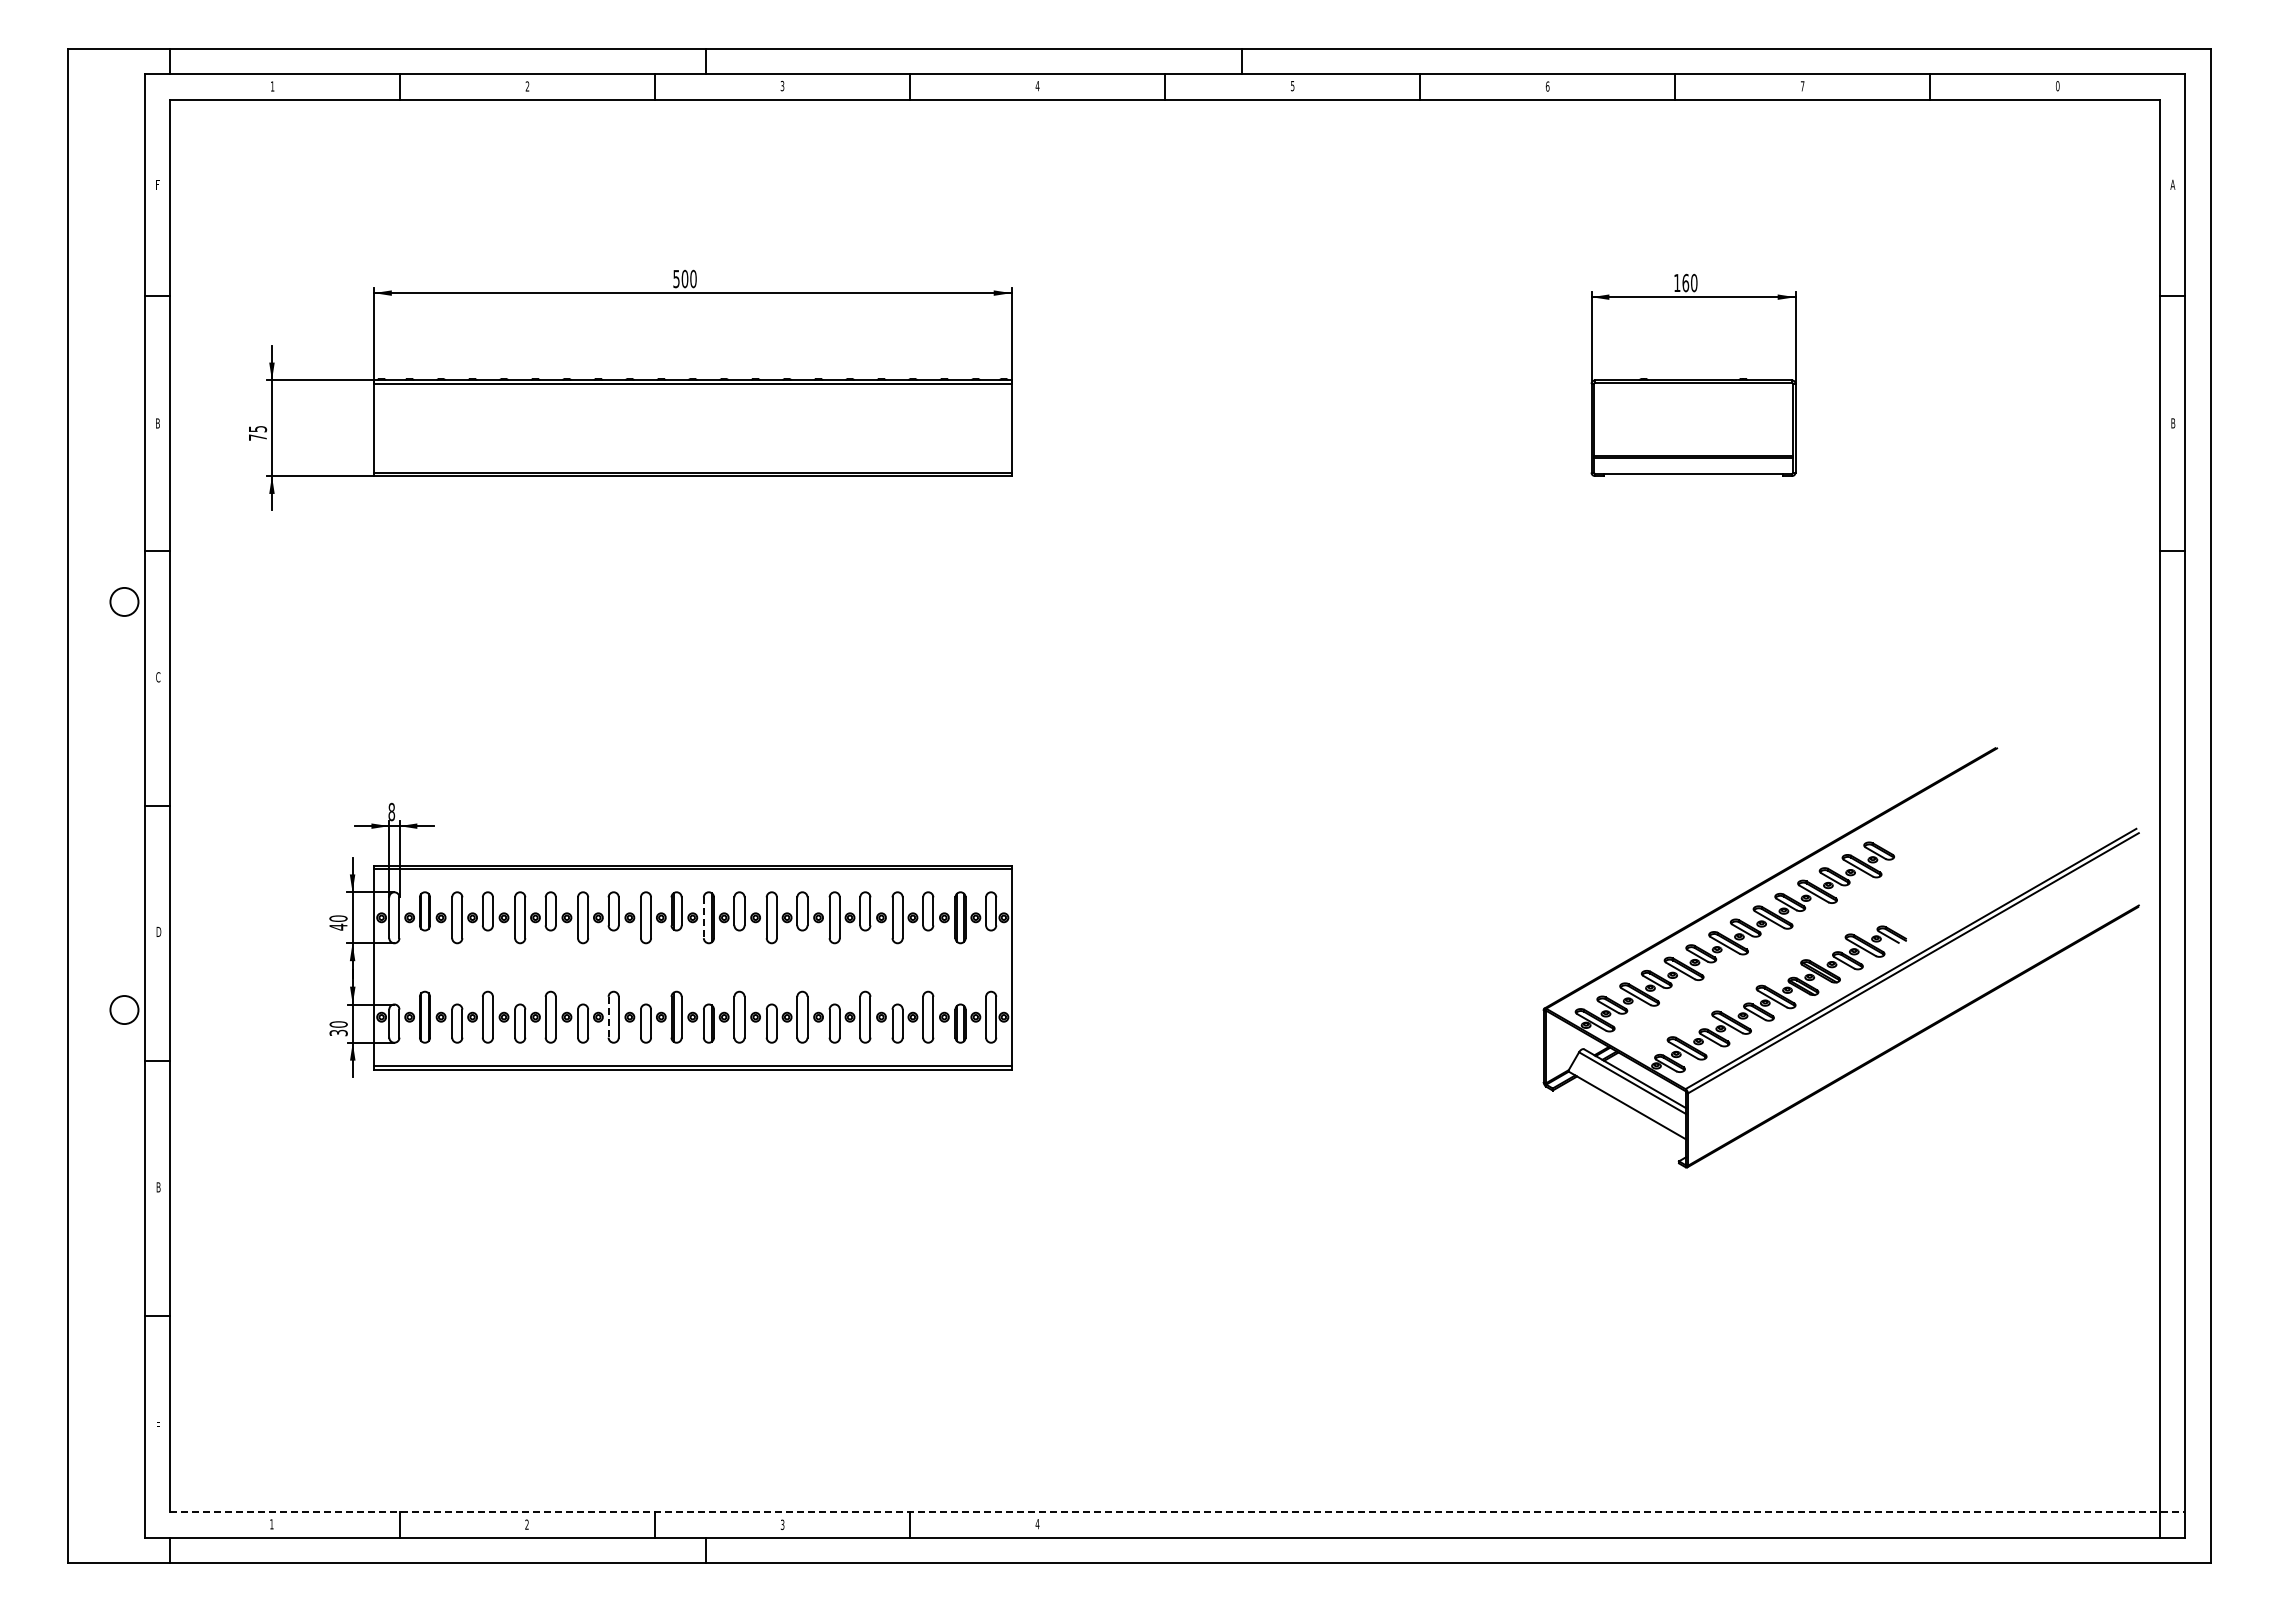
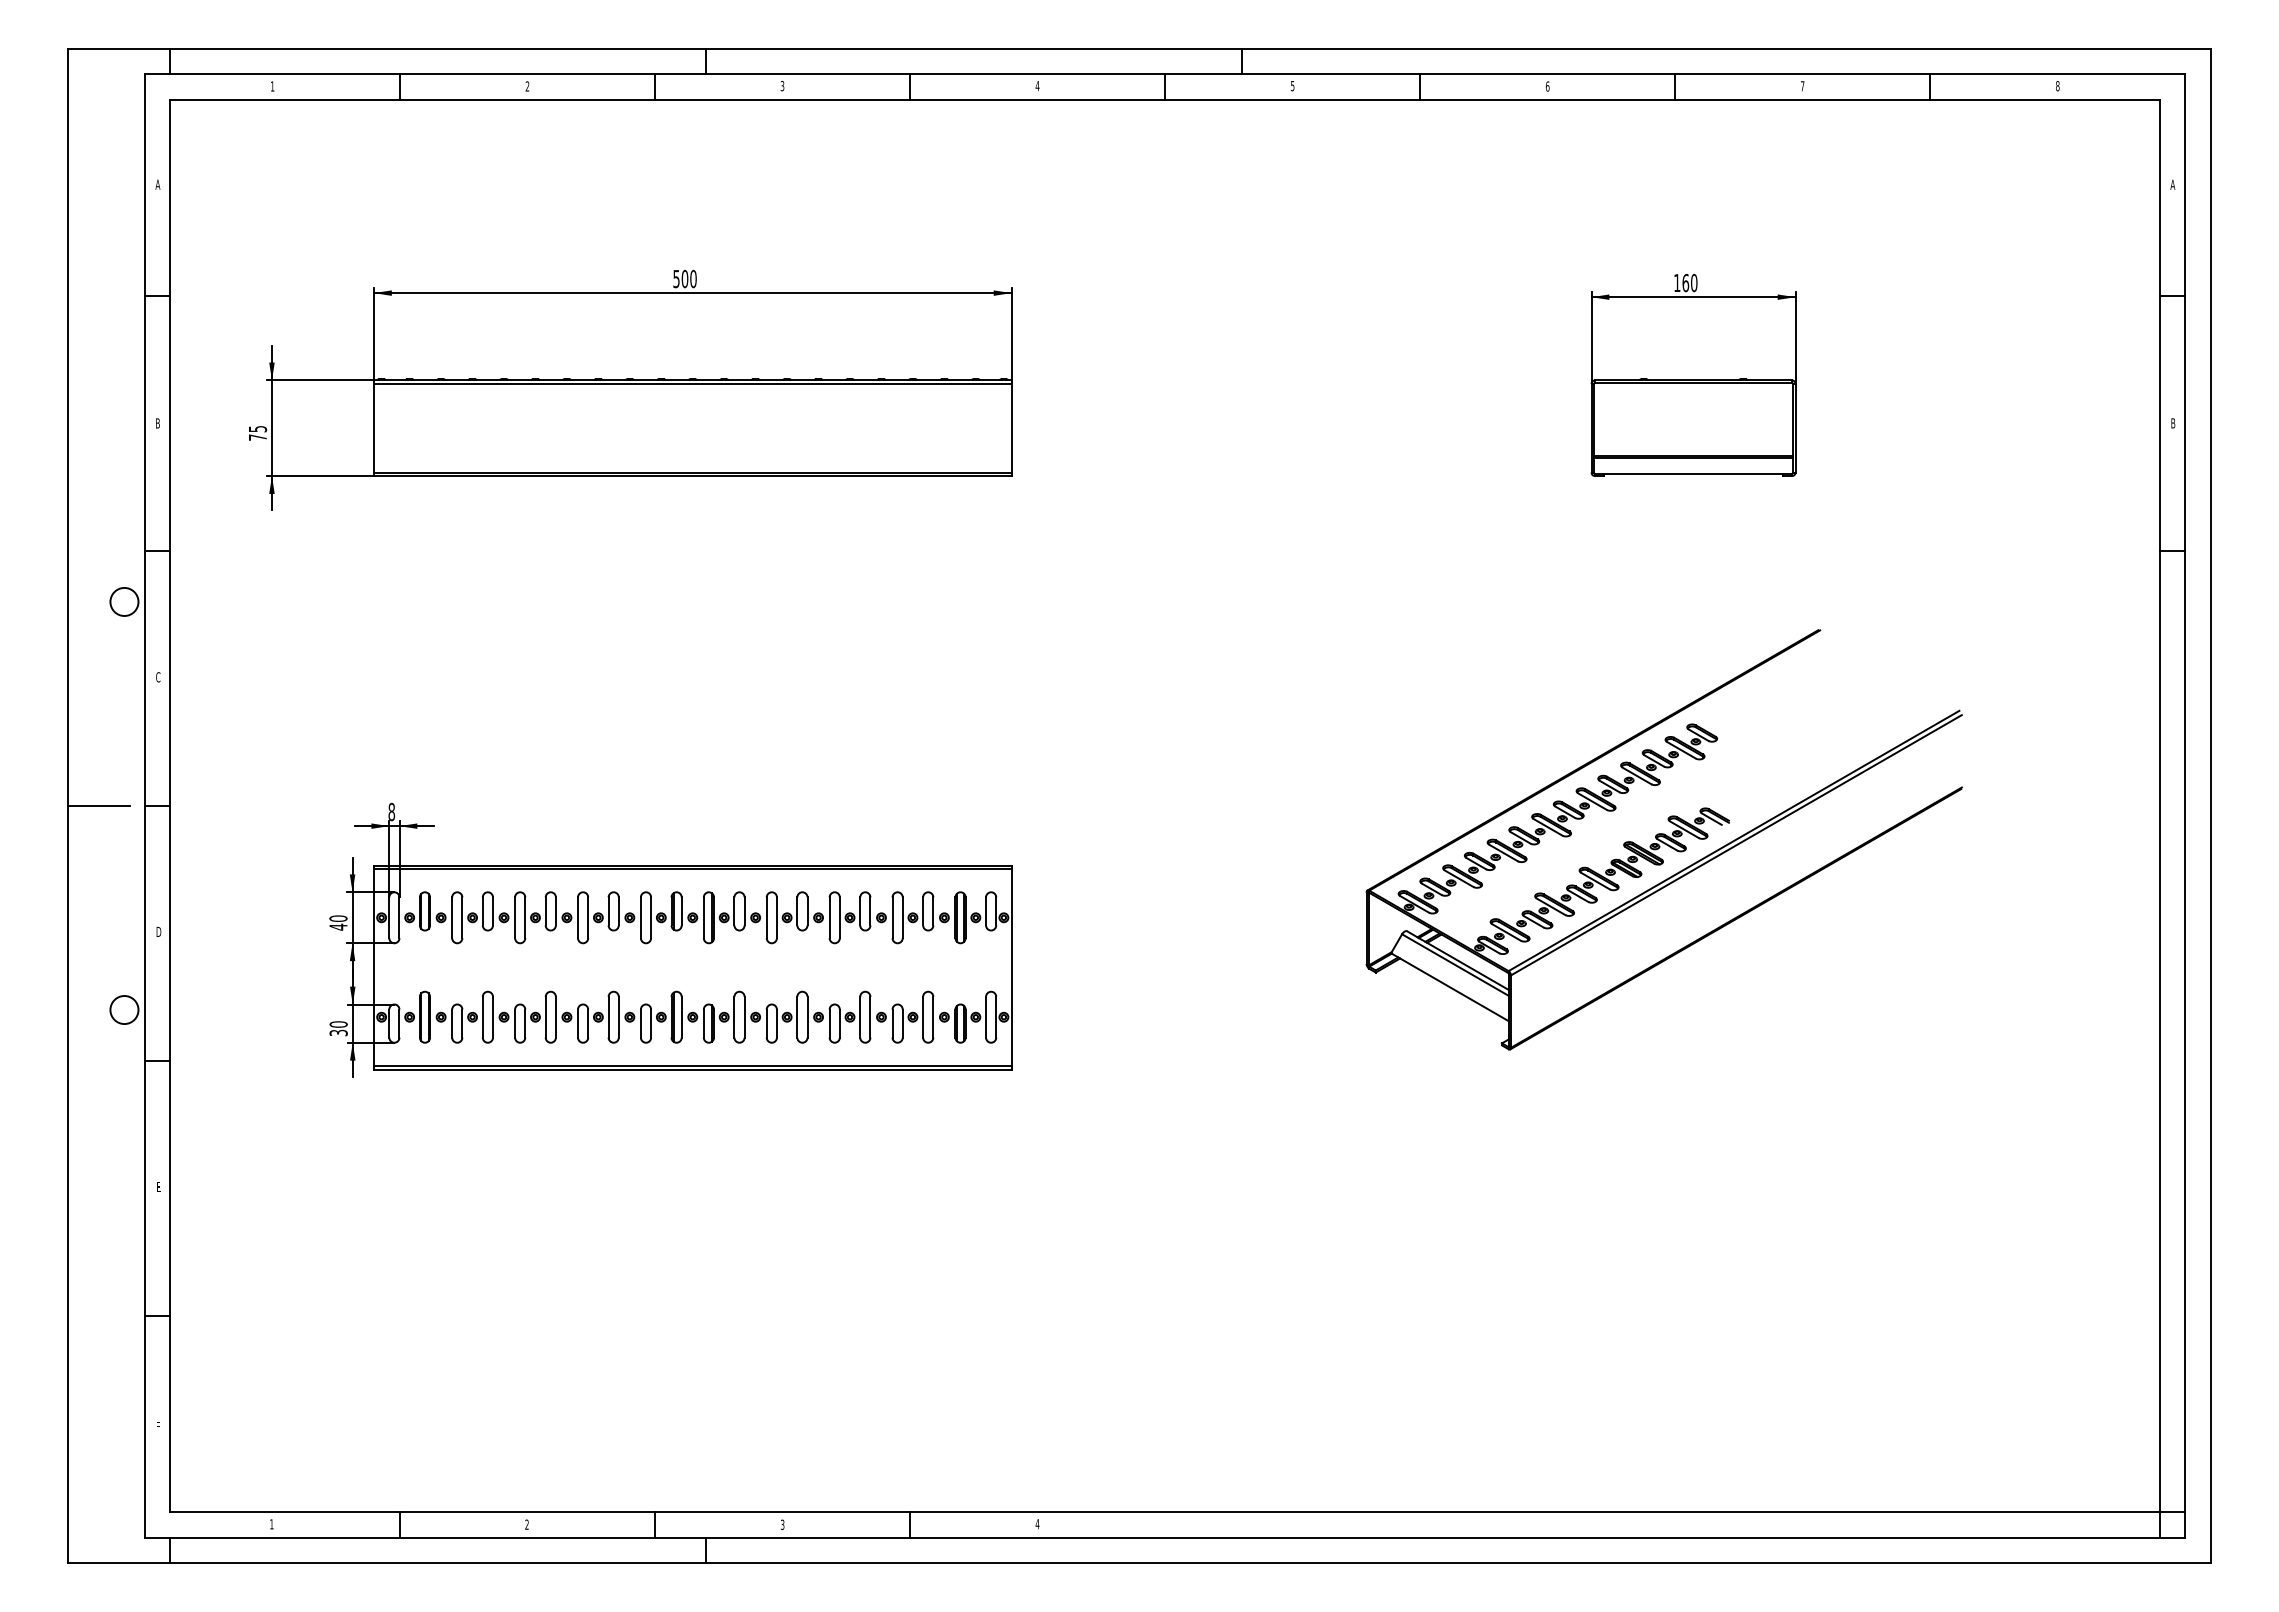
text at (2057, 85): 0 -> 8
text at (157, 184): F -> A
line at (98, 806): none -> present
line at (703, 918): dashed -> solid
part at (1840, 957) position: (1840, 957) -> (1663, 839)
line at (608, 1017): dashed -> solid
text at (158, 1187): B -> E
line at (1178, 1512): dashed -> solid
